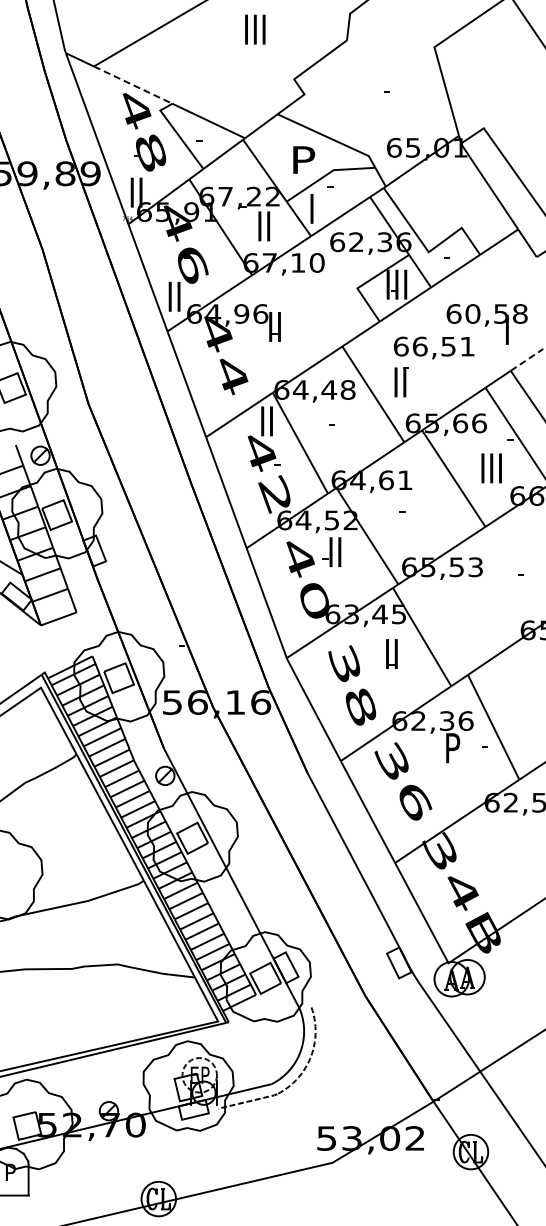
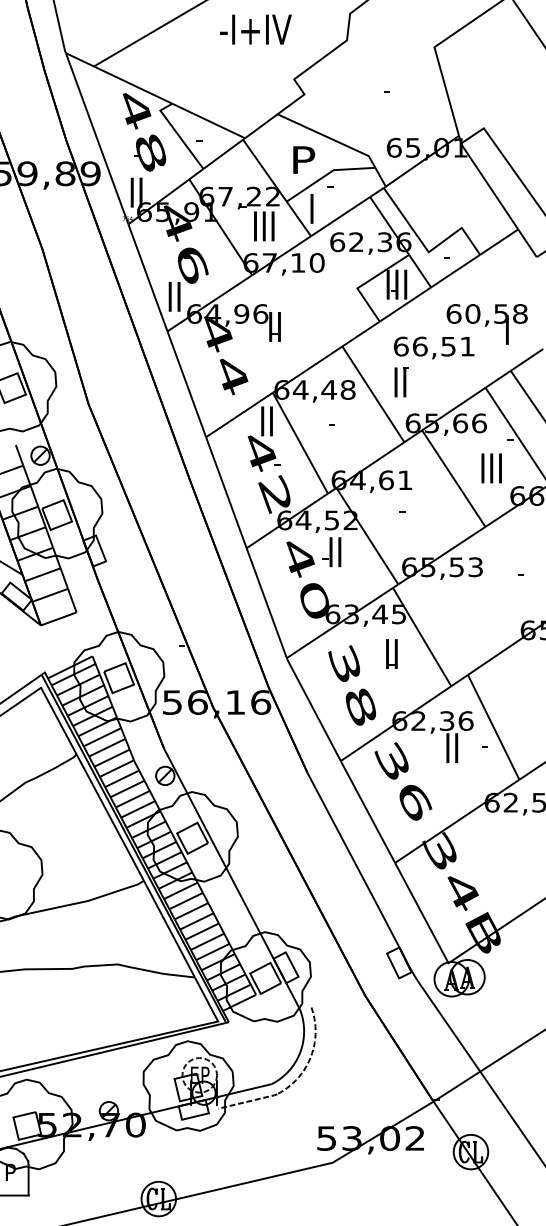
text at (255, 29): III -> -I+IV
line at (133, 85): dashed -> solid
text at (264, 226): II -> III
line at (526, 359): dashed -> solid
text at (453, 748): P -> II
